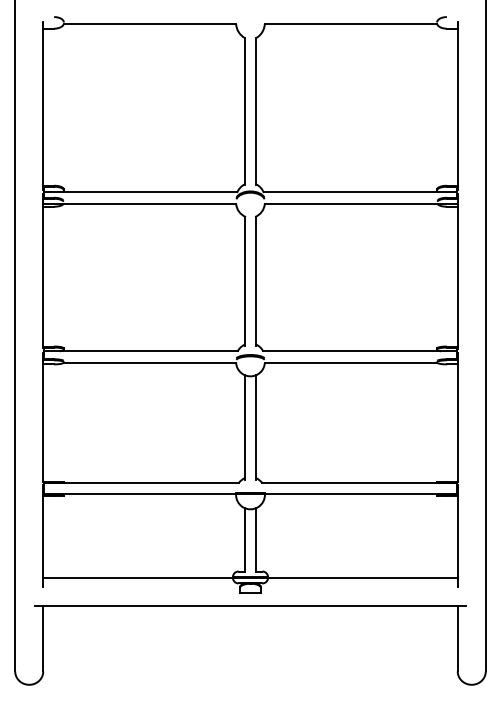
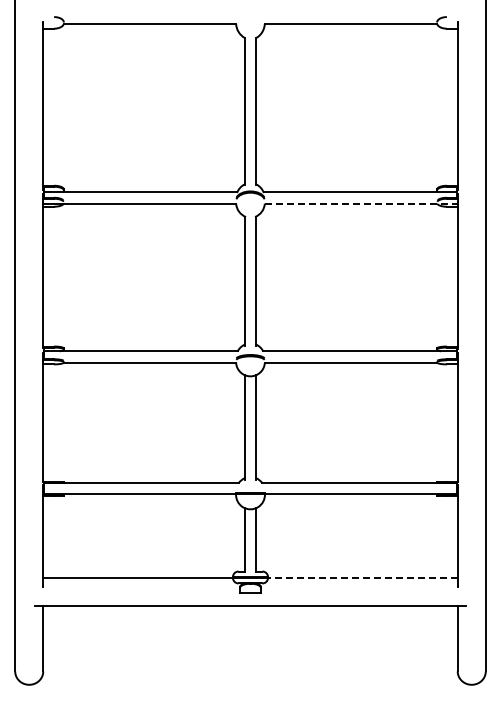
line at (361, 203): solid -> dashed
line at (362, 577): solid -> dashed
